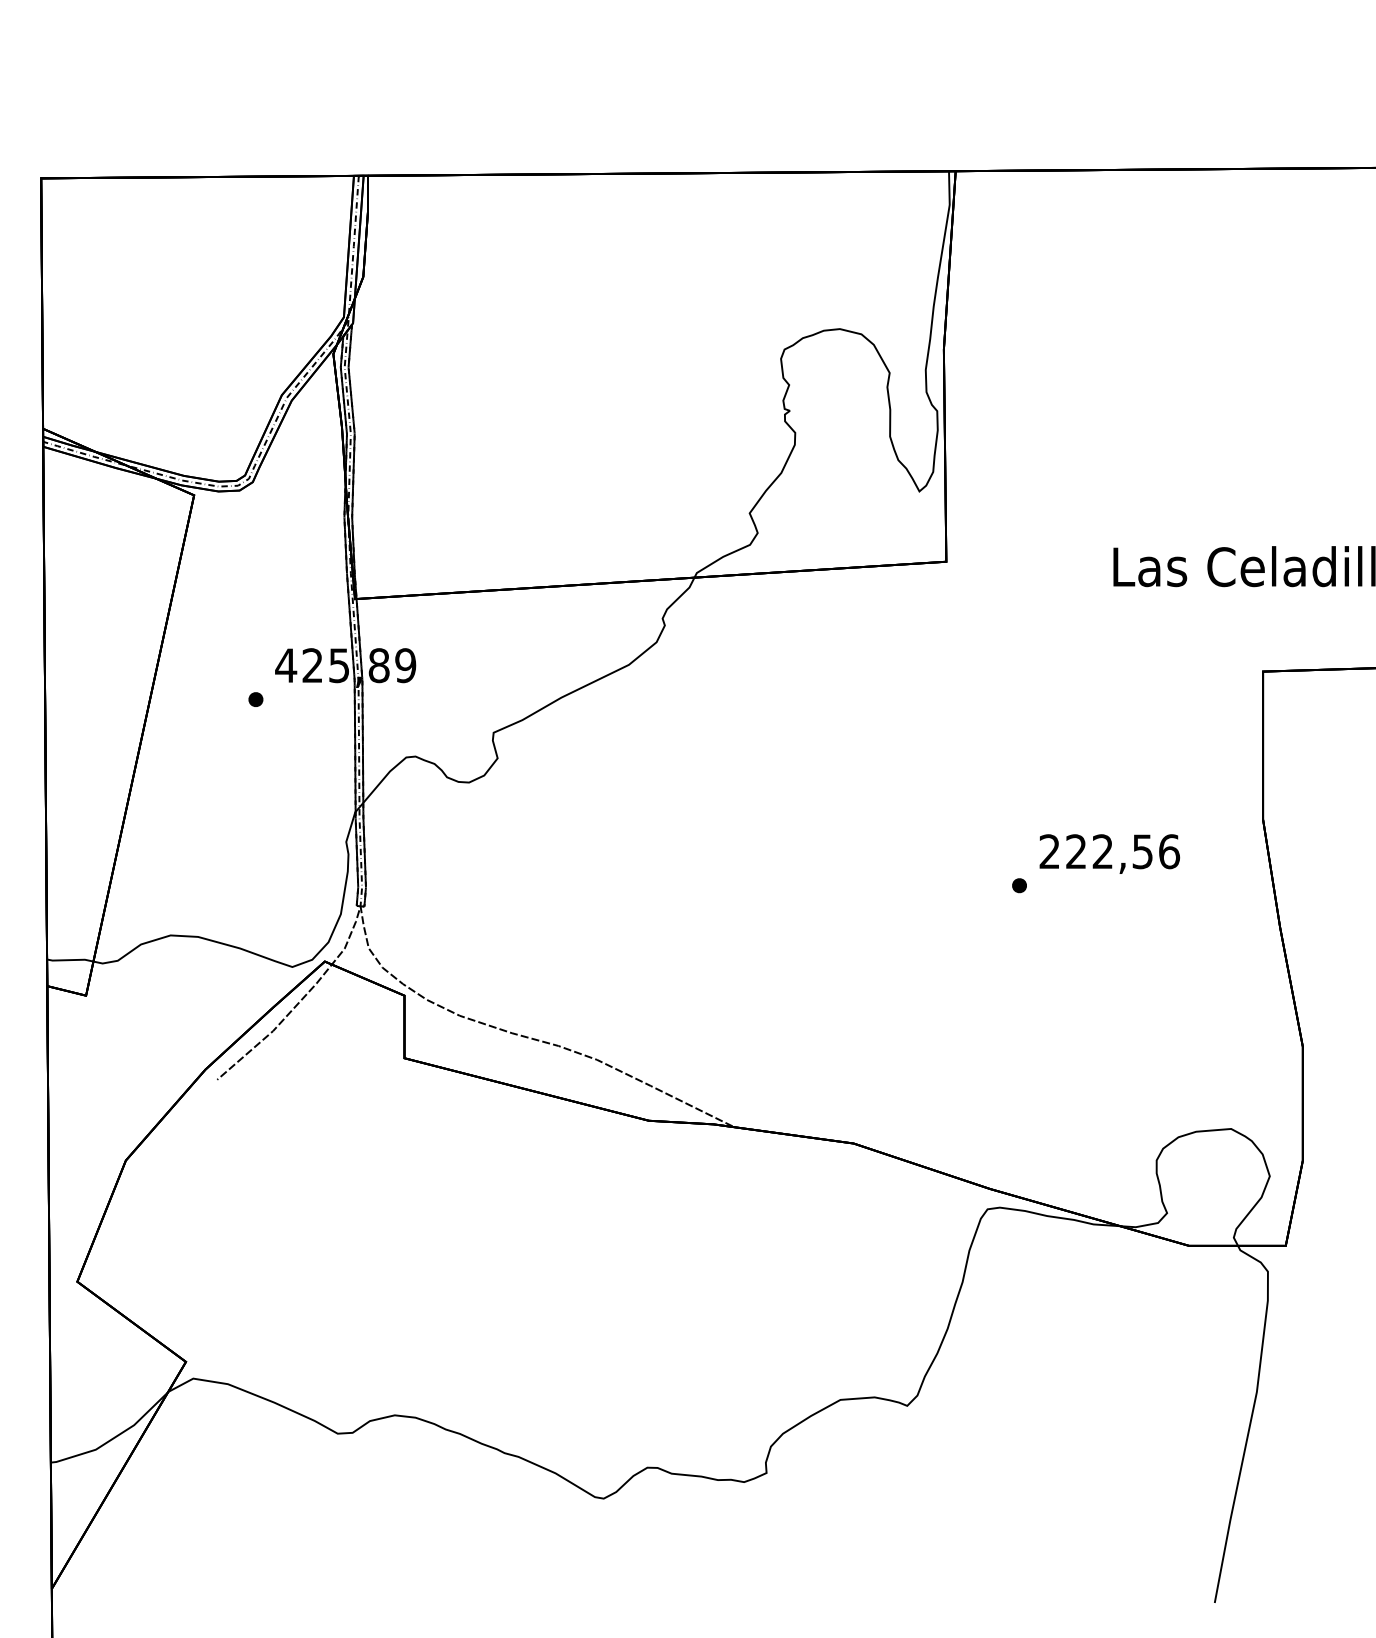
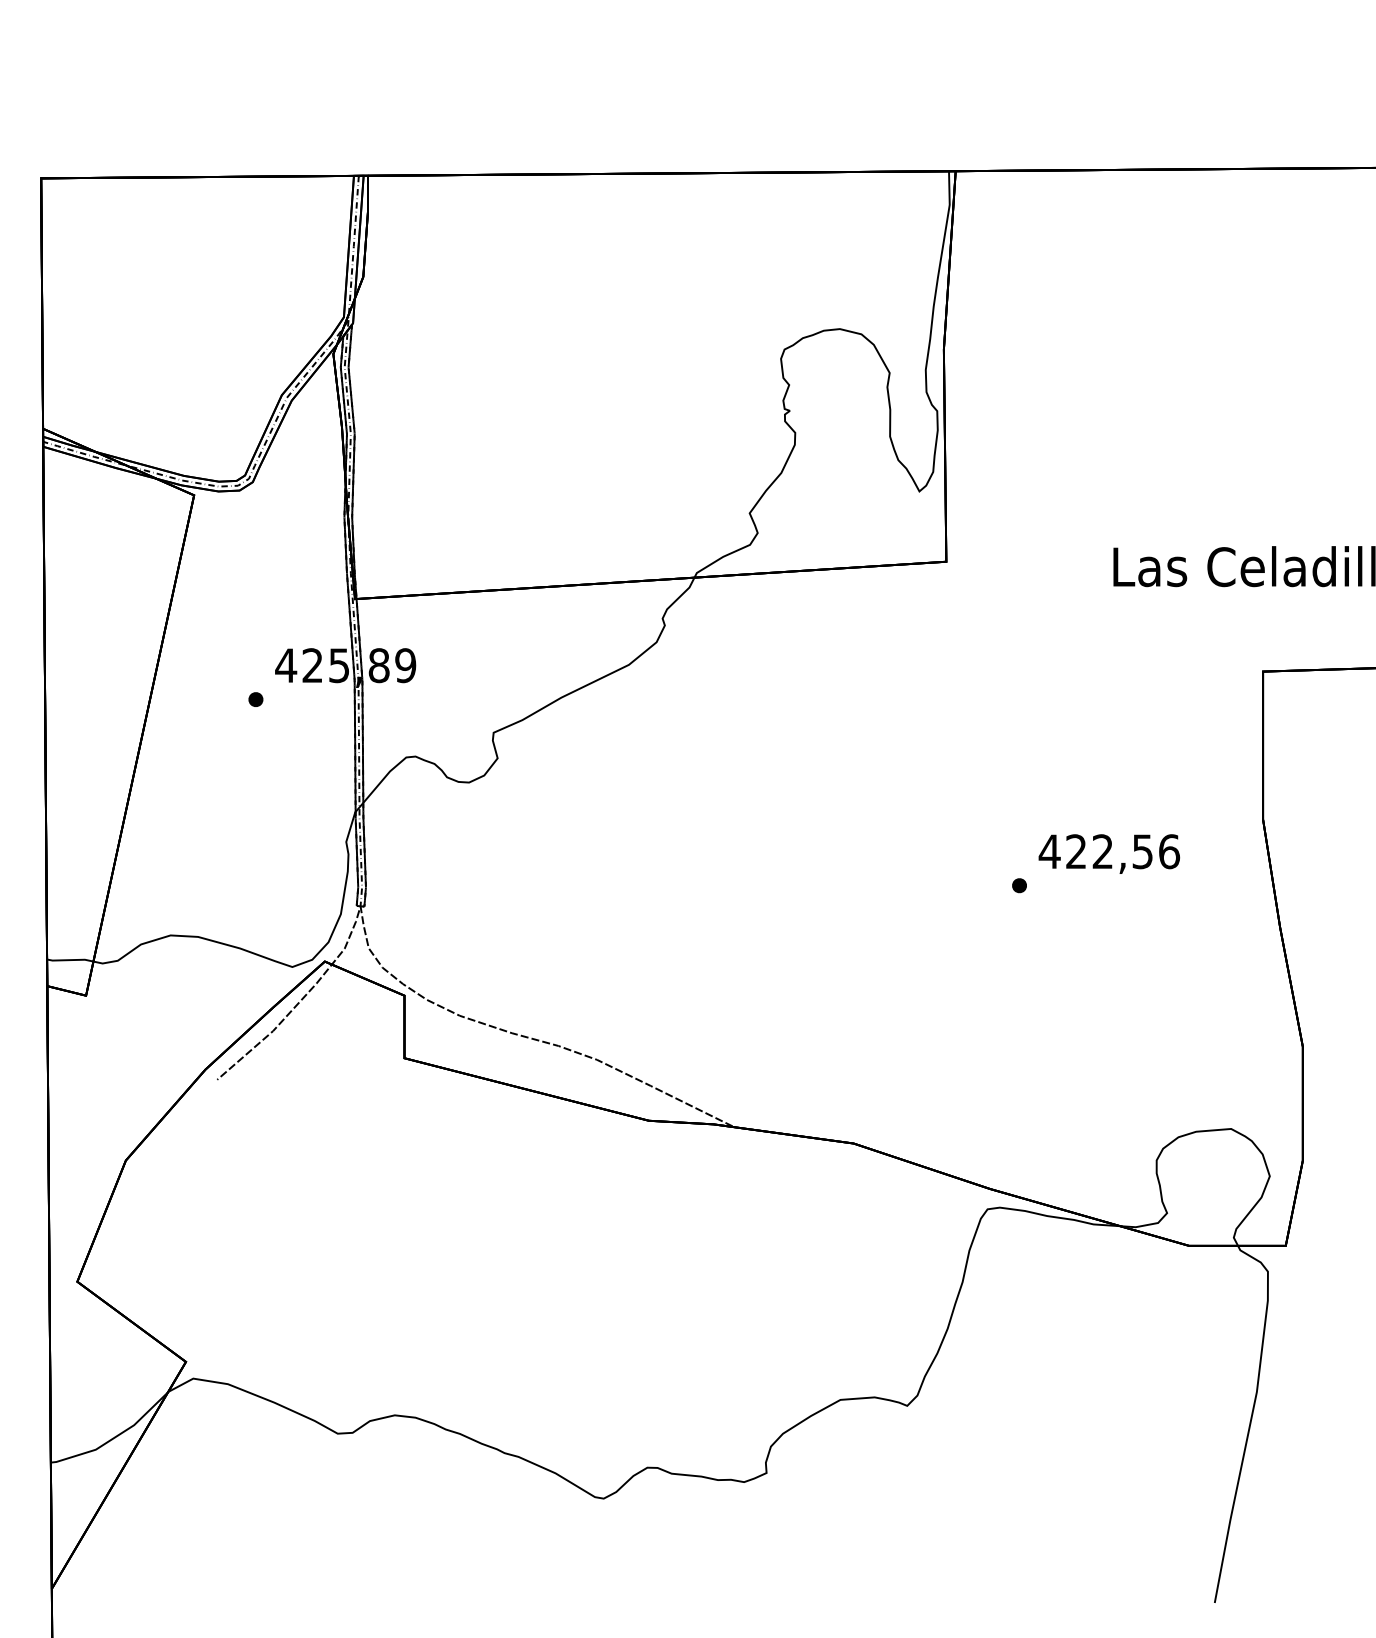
text at (1049, 851): 222,56 -> 422,56
